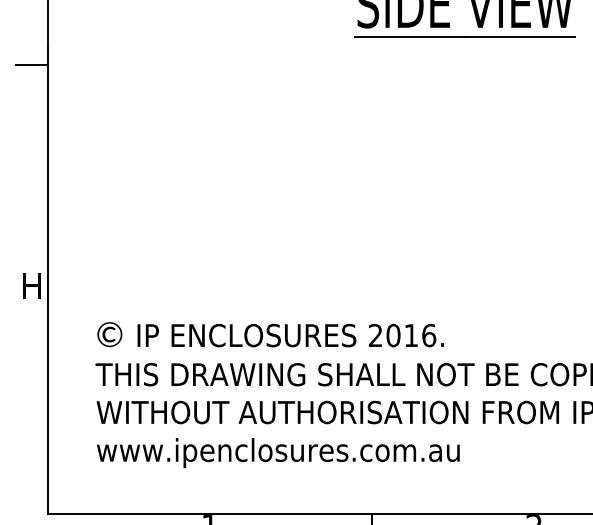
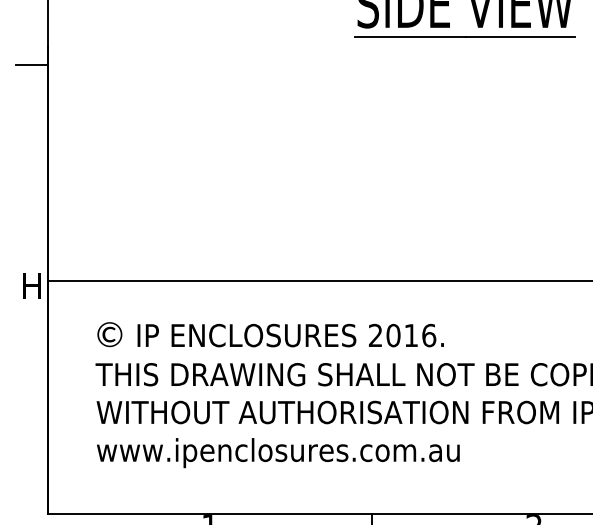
line at (318, 280): none -> present
